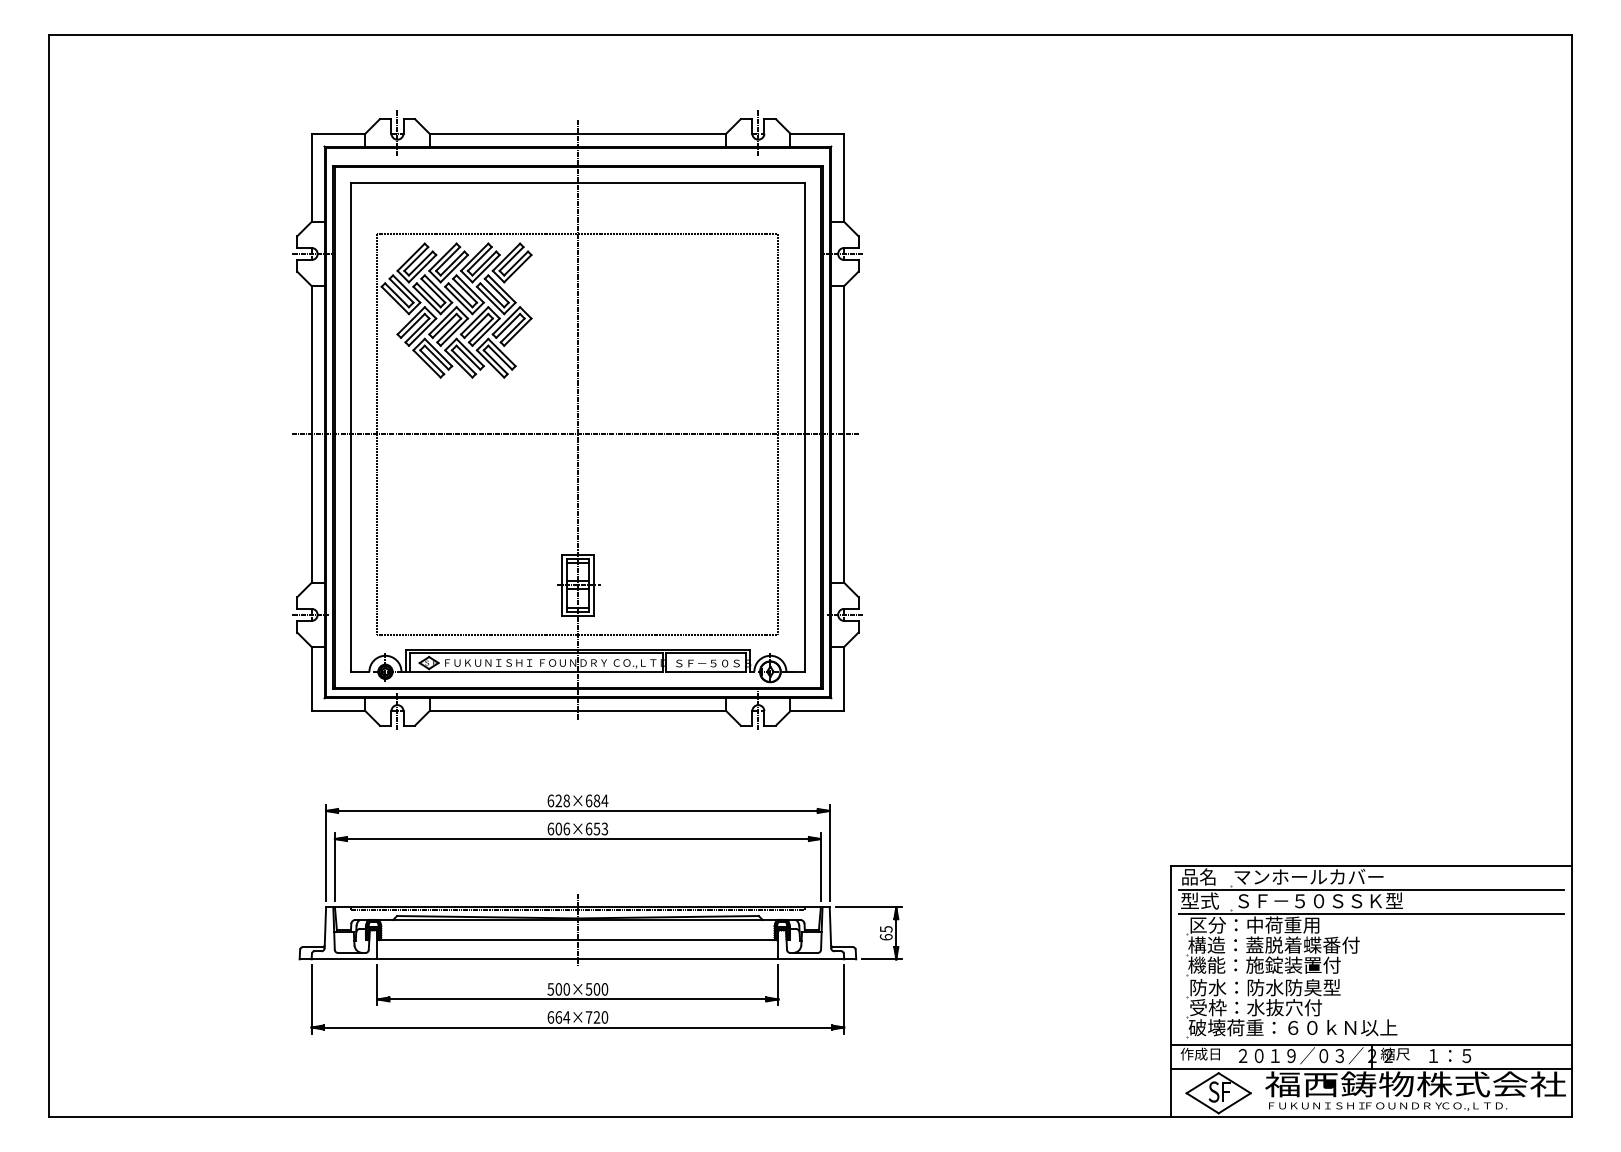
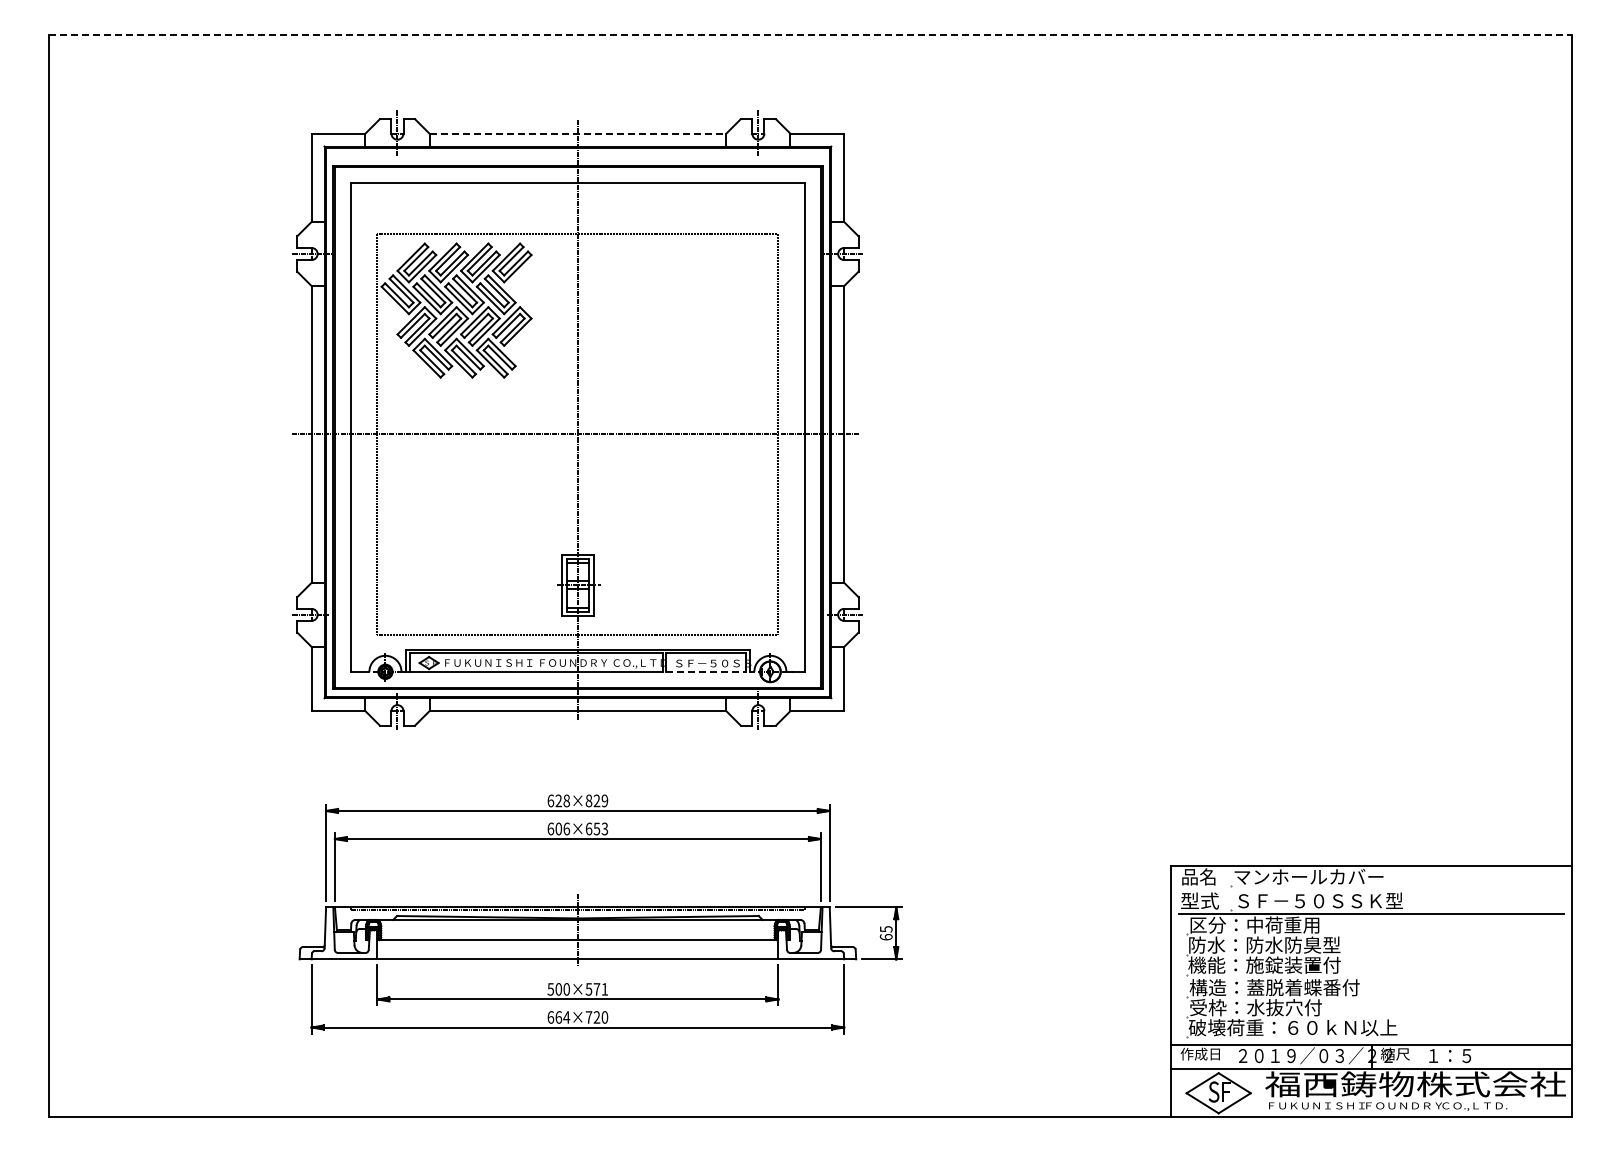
line at (810, 34): solid -> dashed
line at (578, 133): solid -> dashed
line at (706, 671): solid -> dashed
text at (596, 800): 628×684 -> 628×829
line at (1371, 890): present -> none
text at (1273, 944): 構造：蓋脱着蝶番付 -> 防水：防水防臭型
text at (1274, 987): 防水：防水防臭型 -> 構造：蓋脱着蝶番付
text at (600, 989): 500×500 -> 500×571
